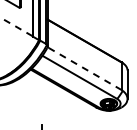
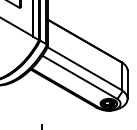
line at (16, 26): dashed -> solid
line at (84, 68): dashed -> solid
